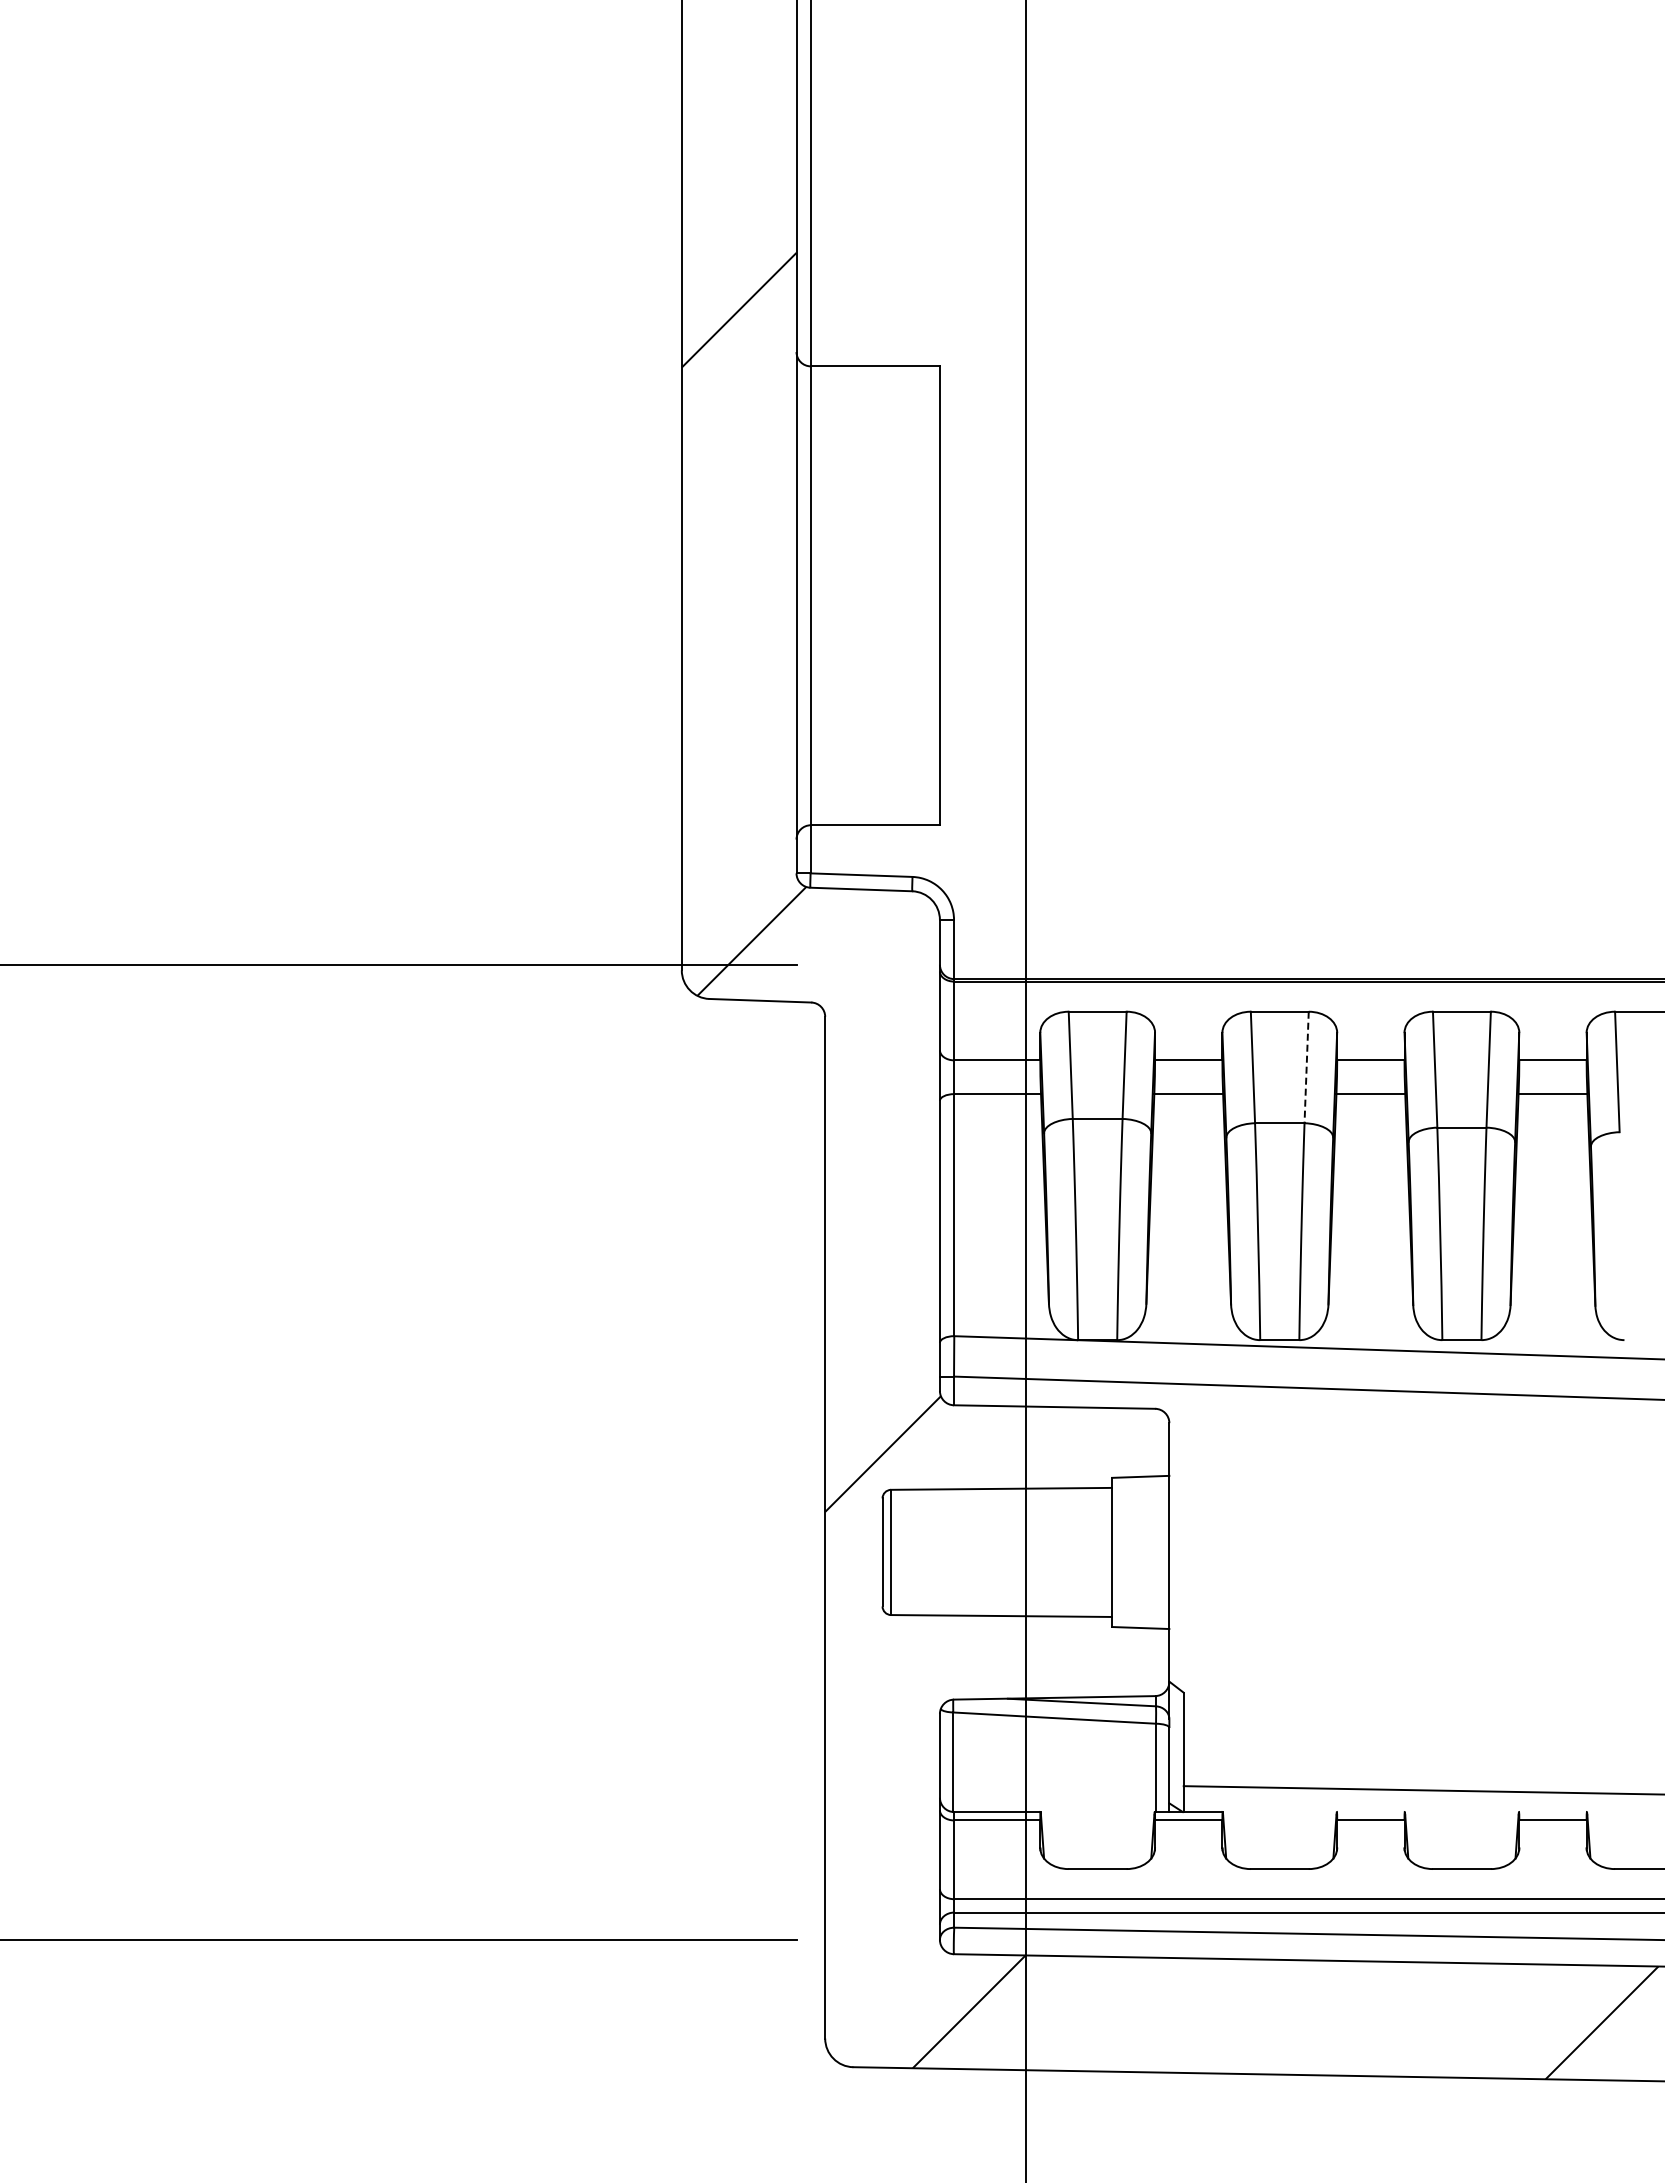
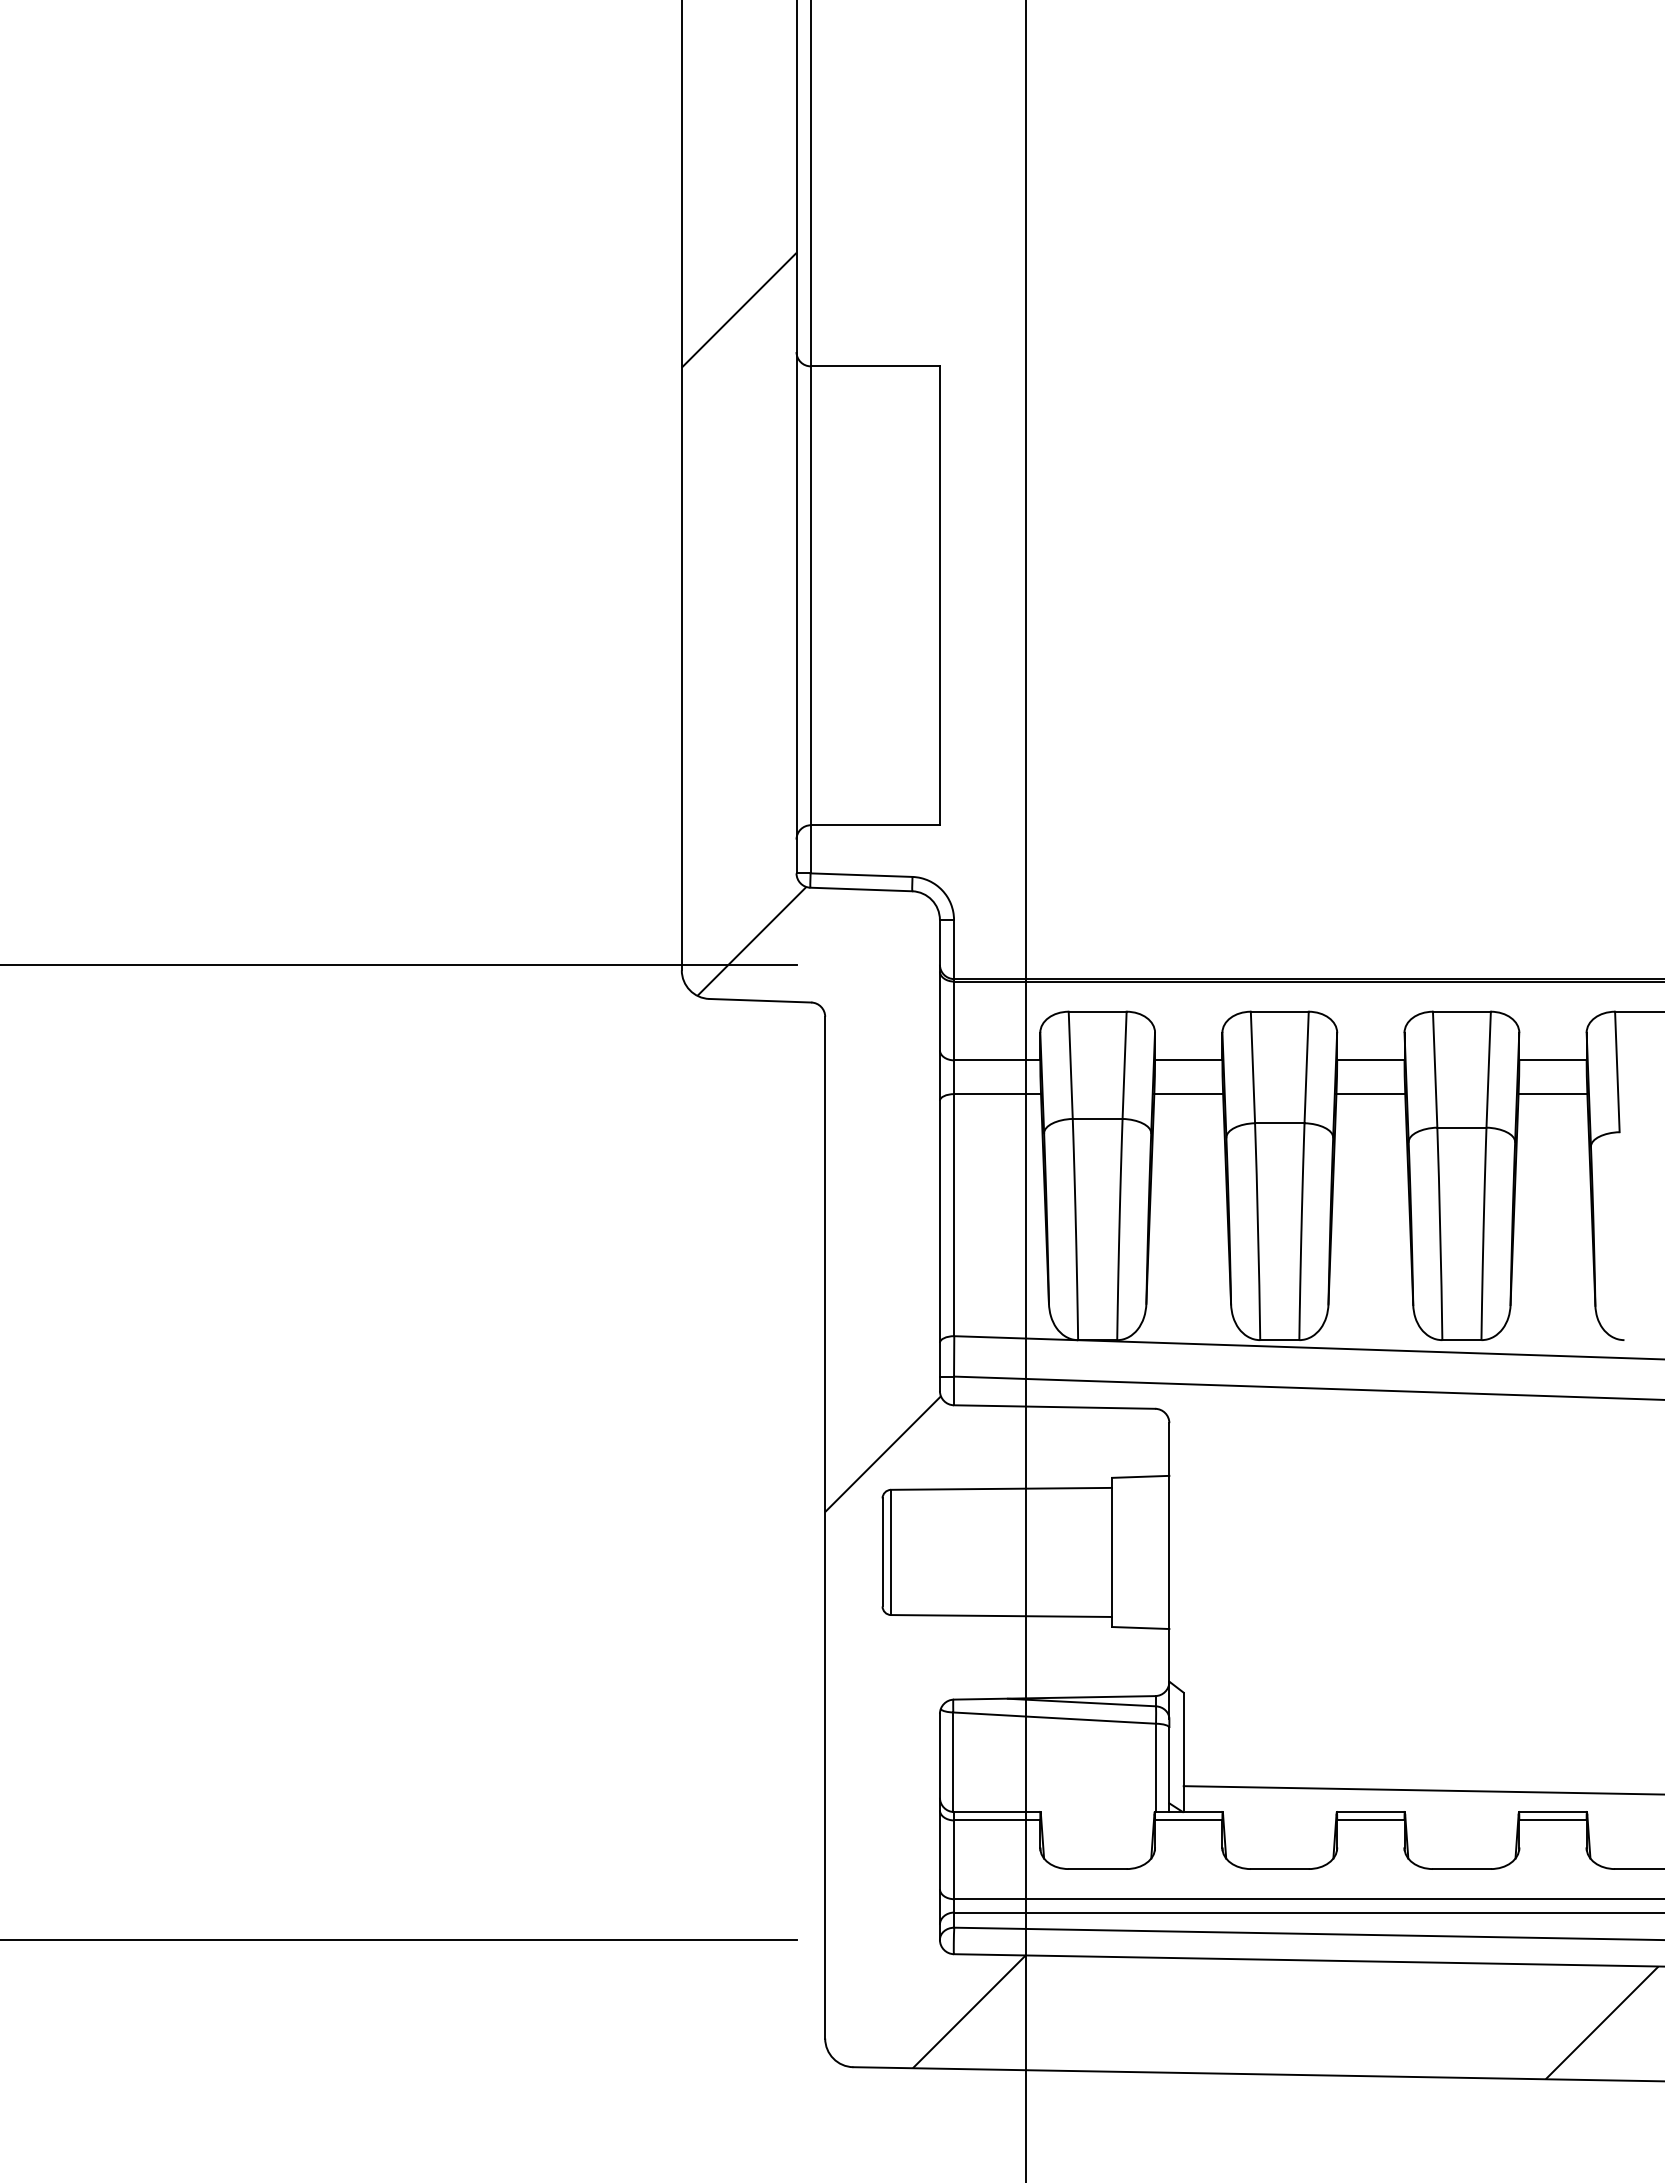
line at (1306, 1067): dashed -> solid
line at (1370, 1812): none -> present
line at (1552, 1812): none -> present
